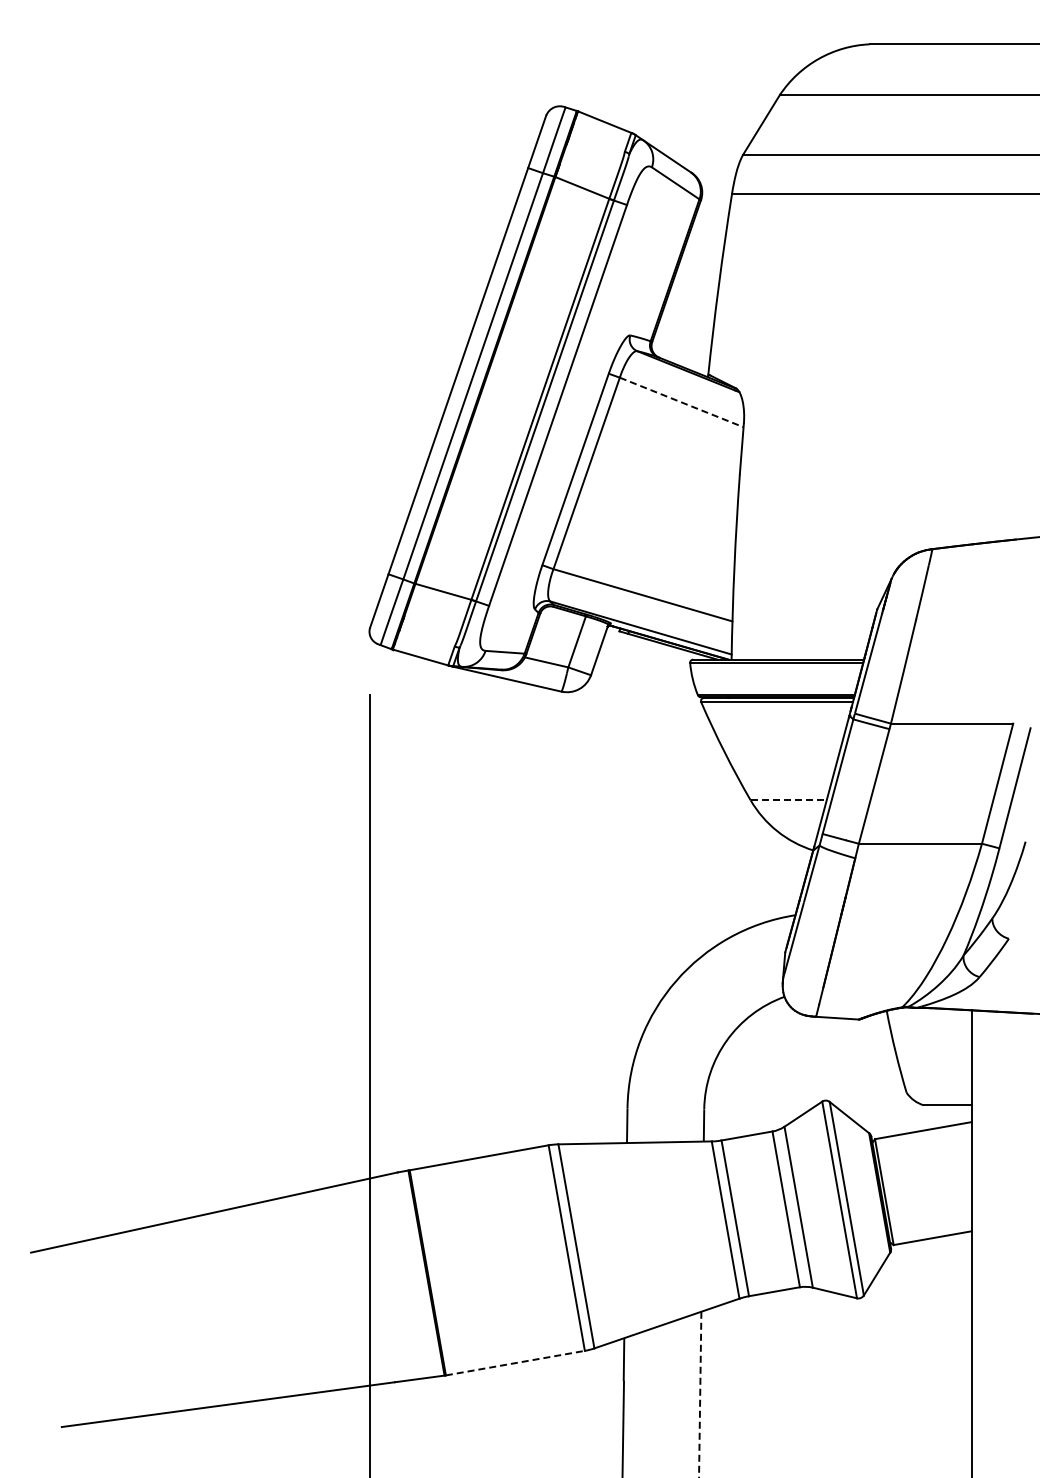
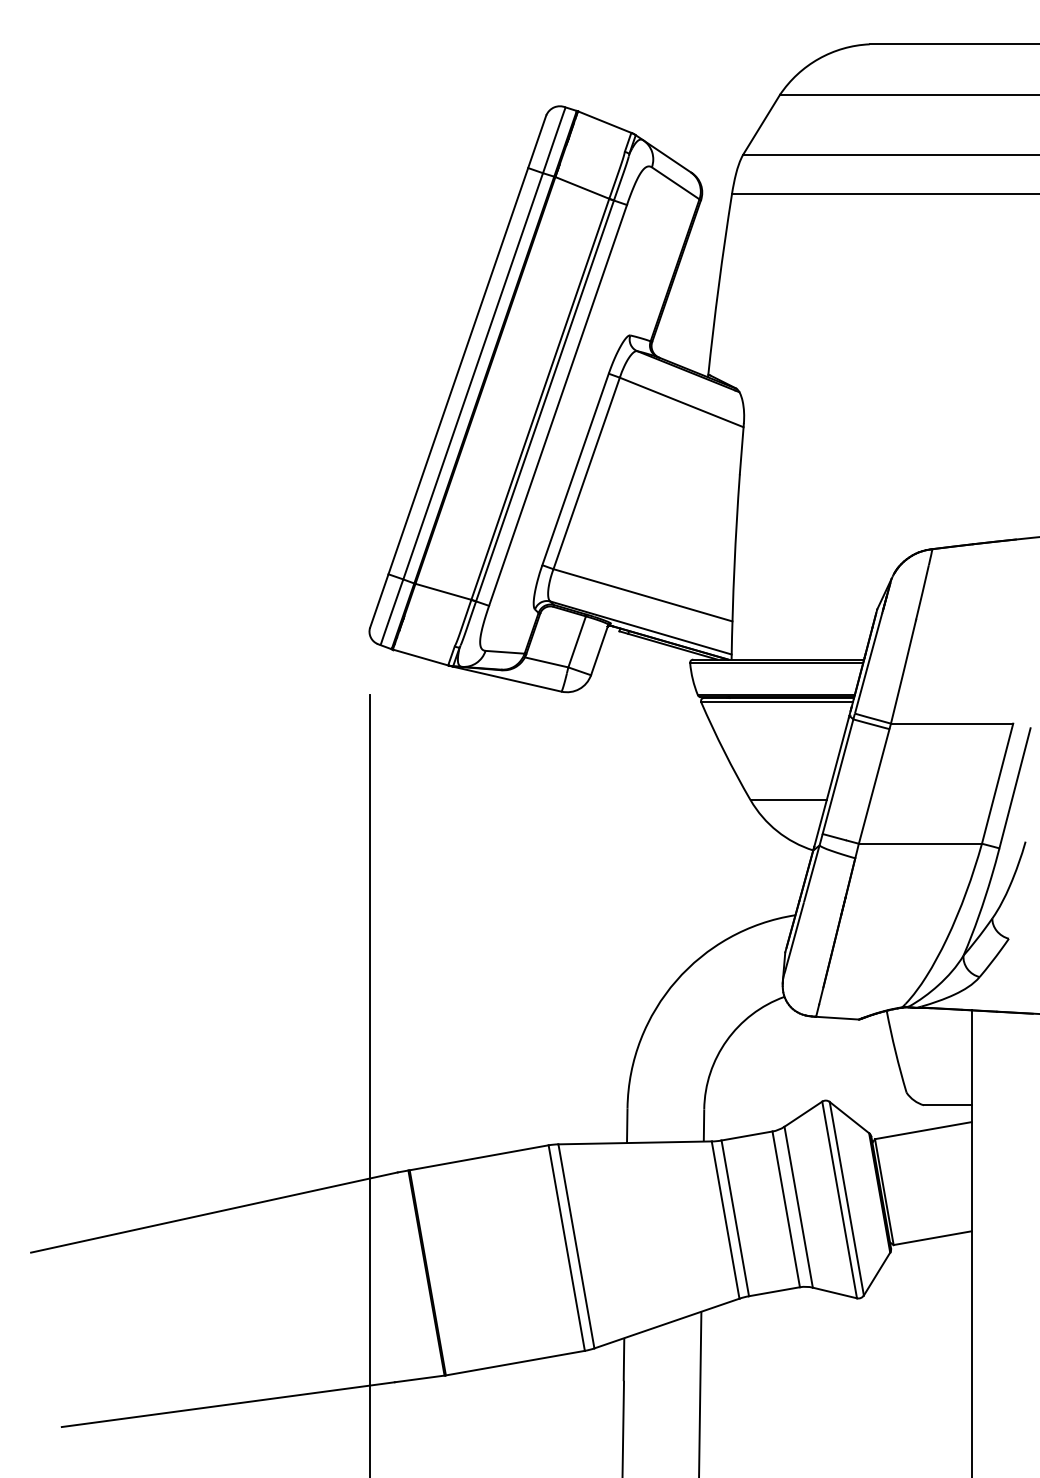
line at (681, 402): dashed -> solid
line at (789, 800): dashed -> solid
line at (515, 1363): dashed -> solid
line at (700, 1394): dashed -> solid
